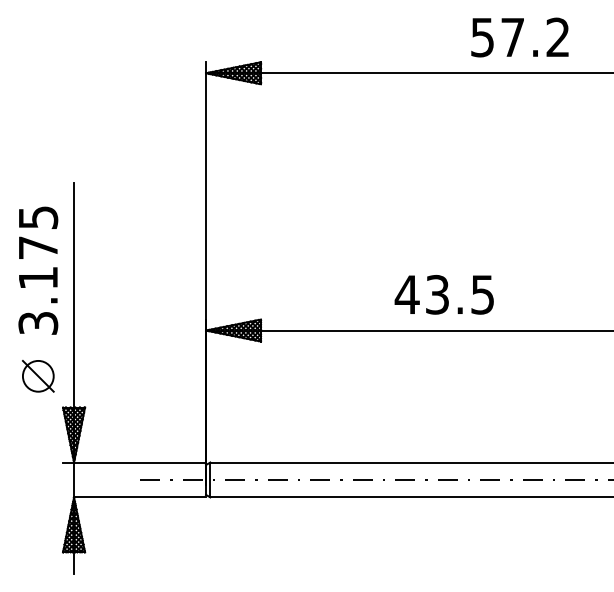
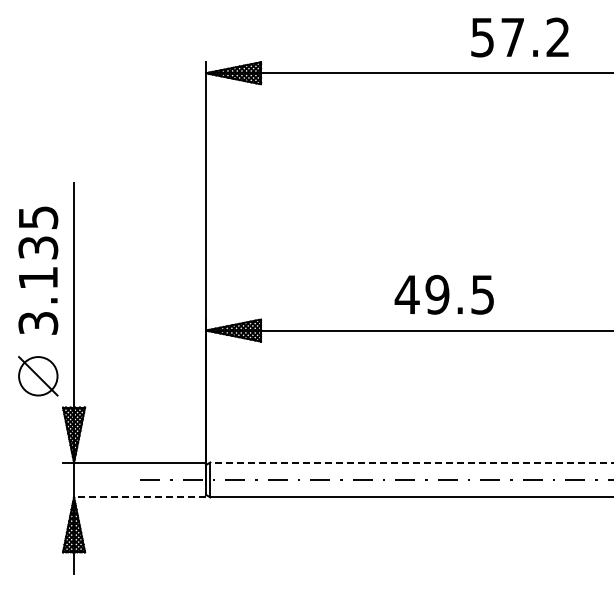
text at (38, 247): 3.175 -> 3.135
text at (437, 294): 43.5 -> 49.5
part at (38, 376) size: 33x33 px -> 41x41 px
line at (411, 462): solid -> dashed
line at (140, 497): solid -> dashed
